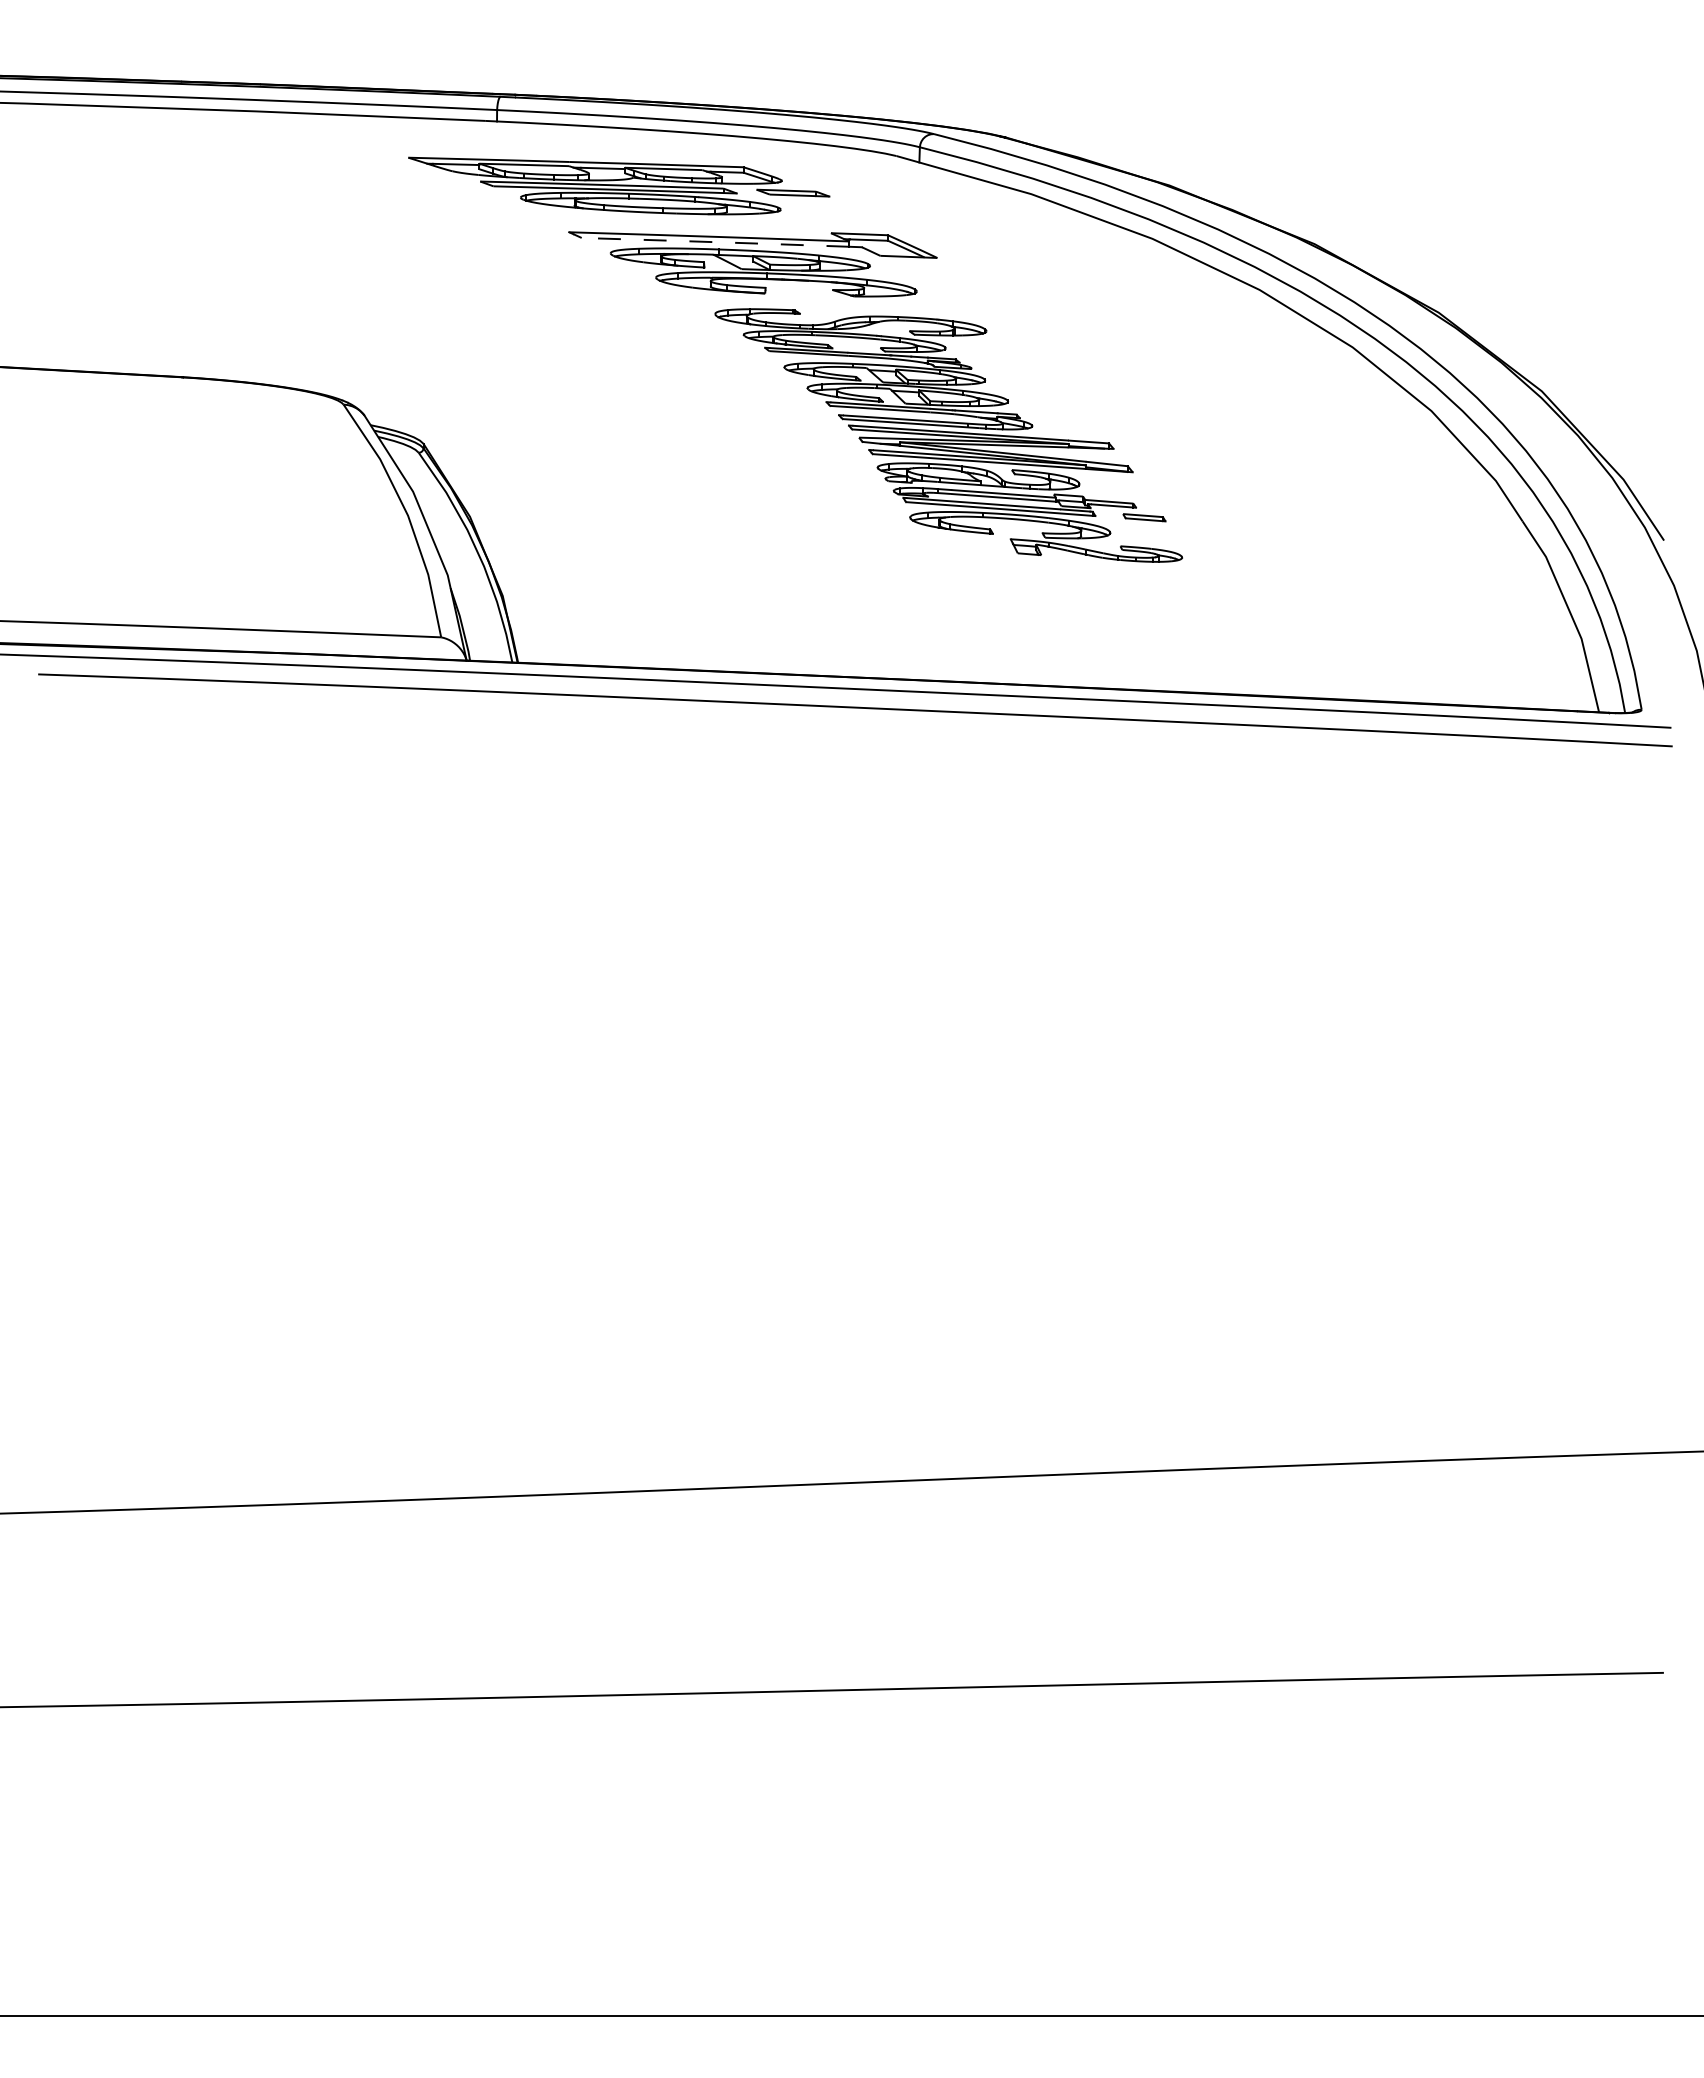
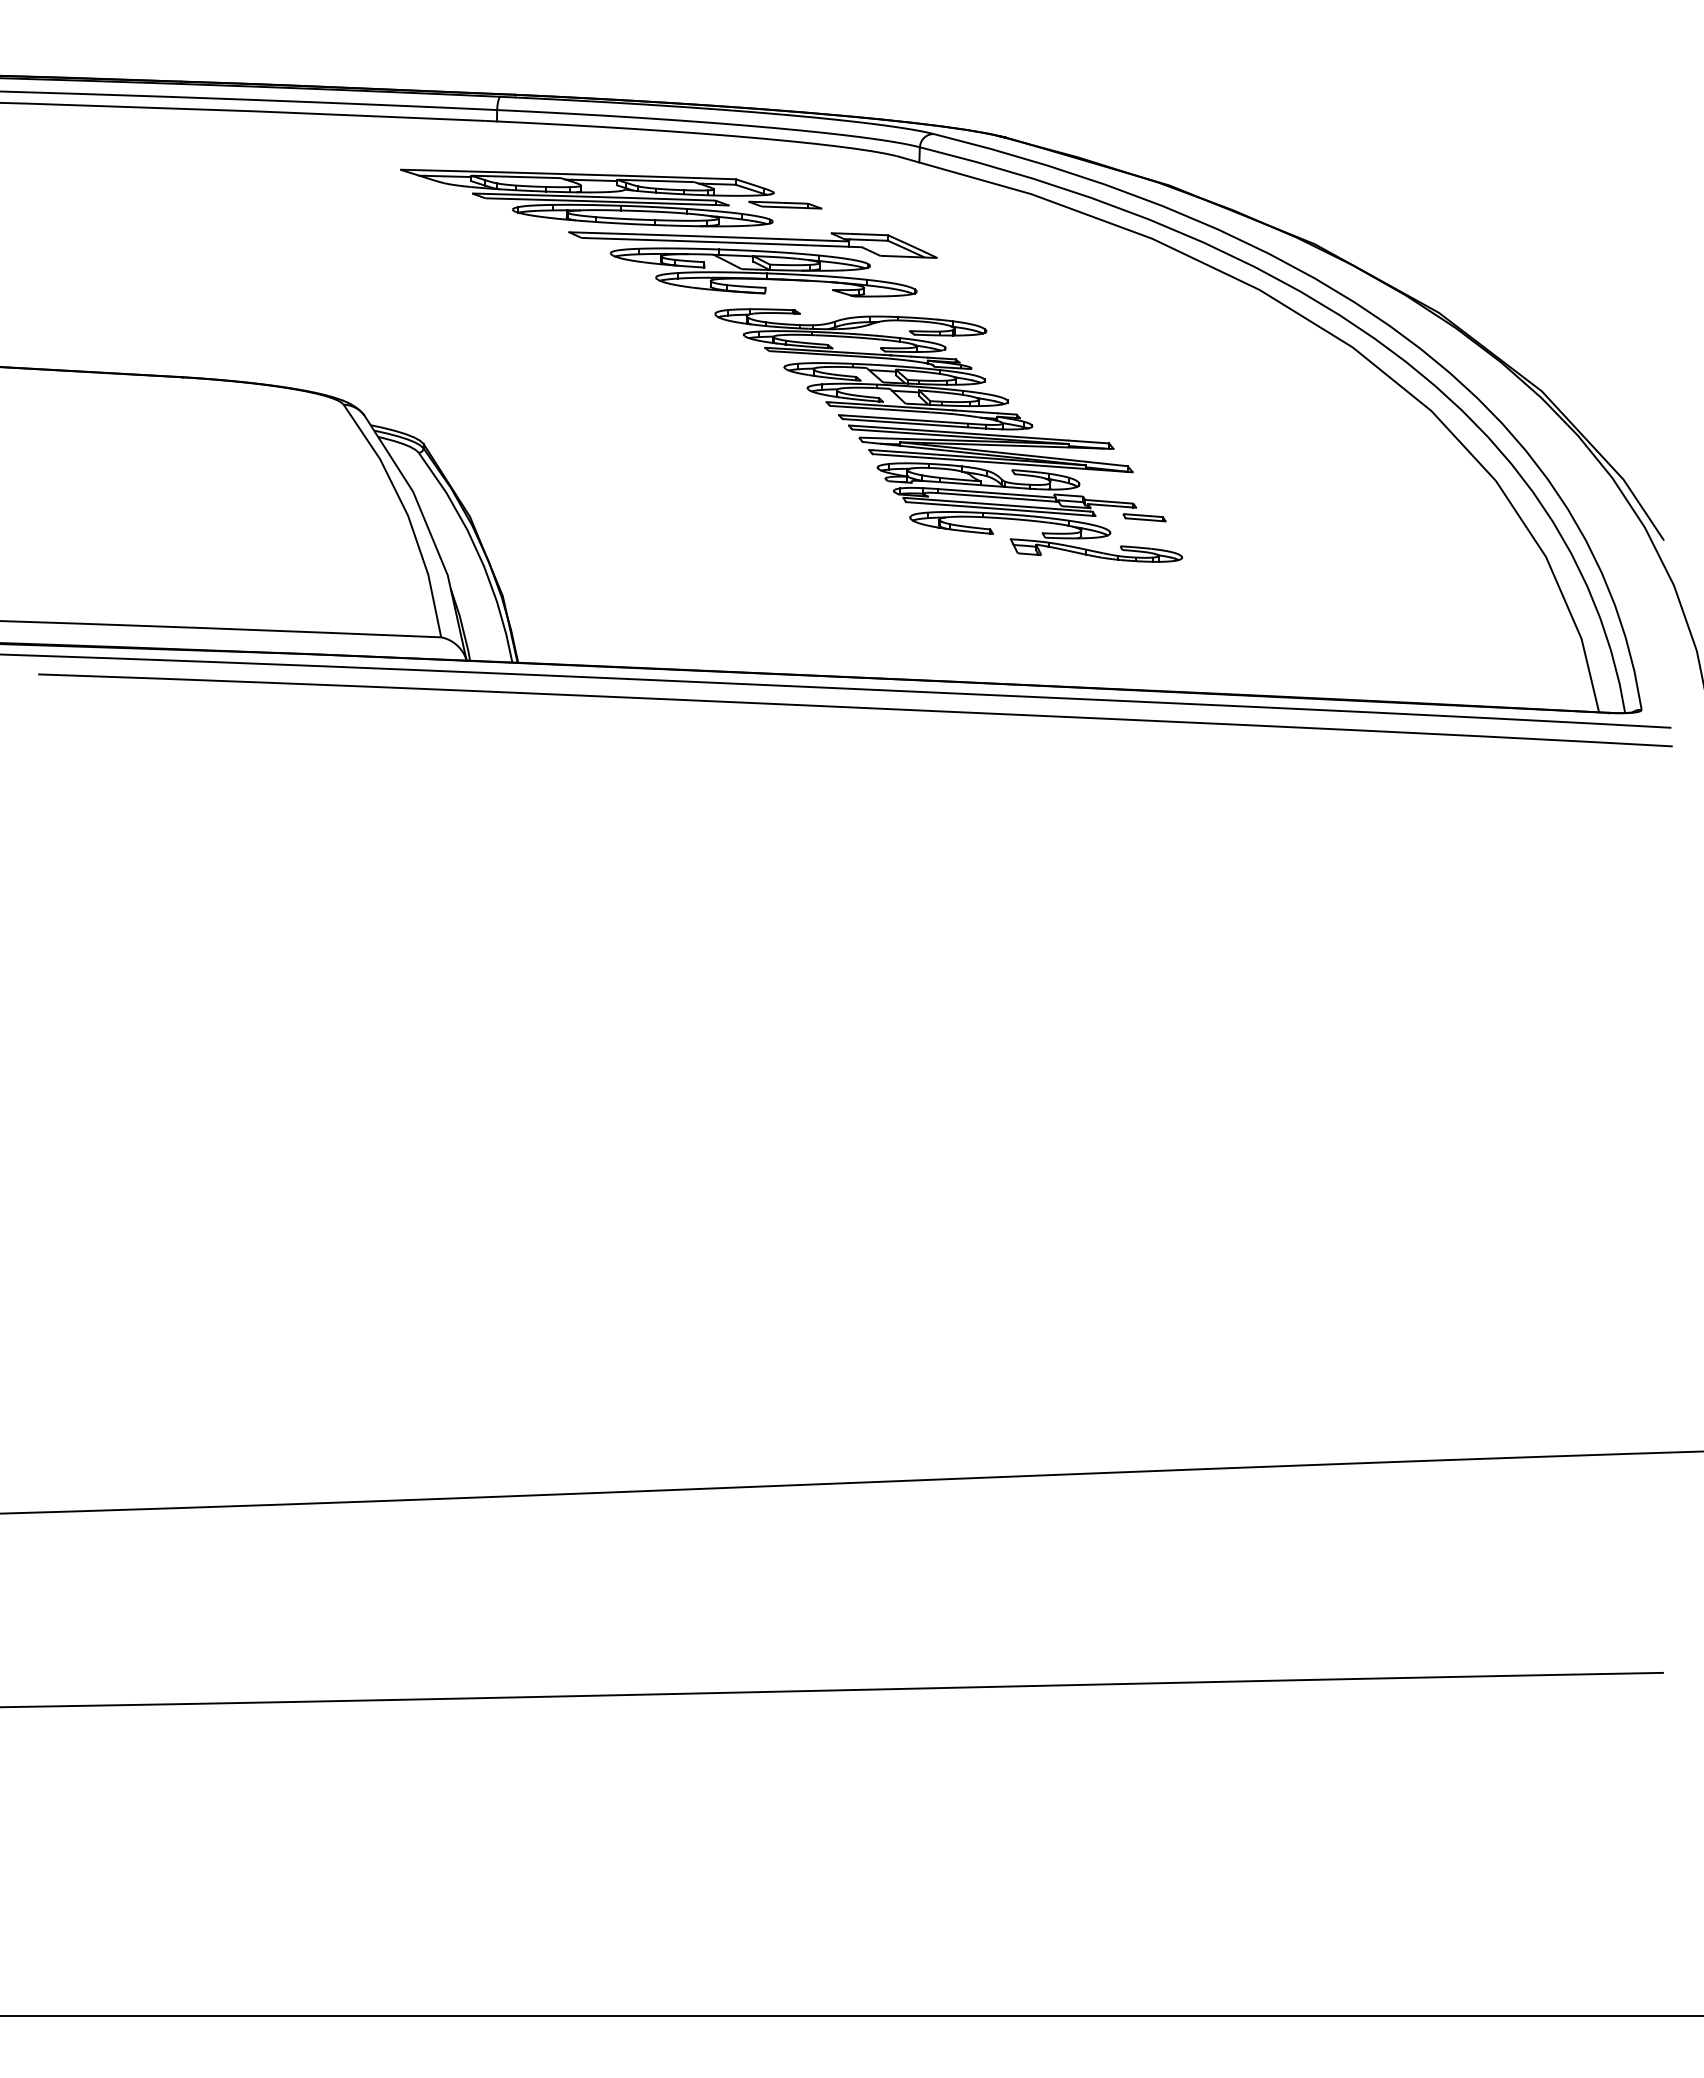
part at (619, 185) position: (619, 185) -> (611, 197)
line at (715, 242): dashed -> solid
